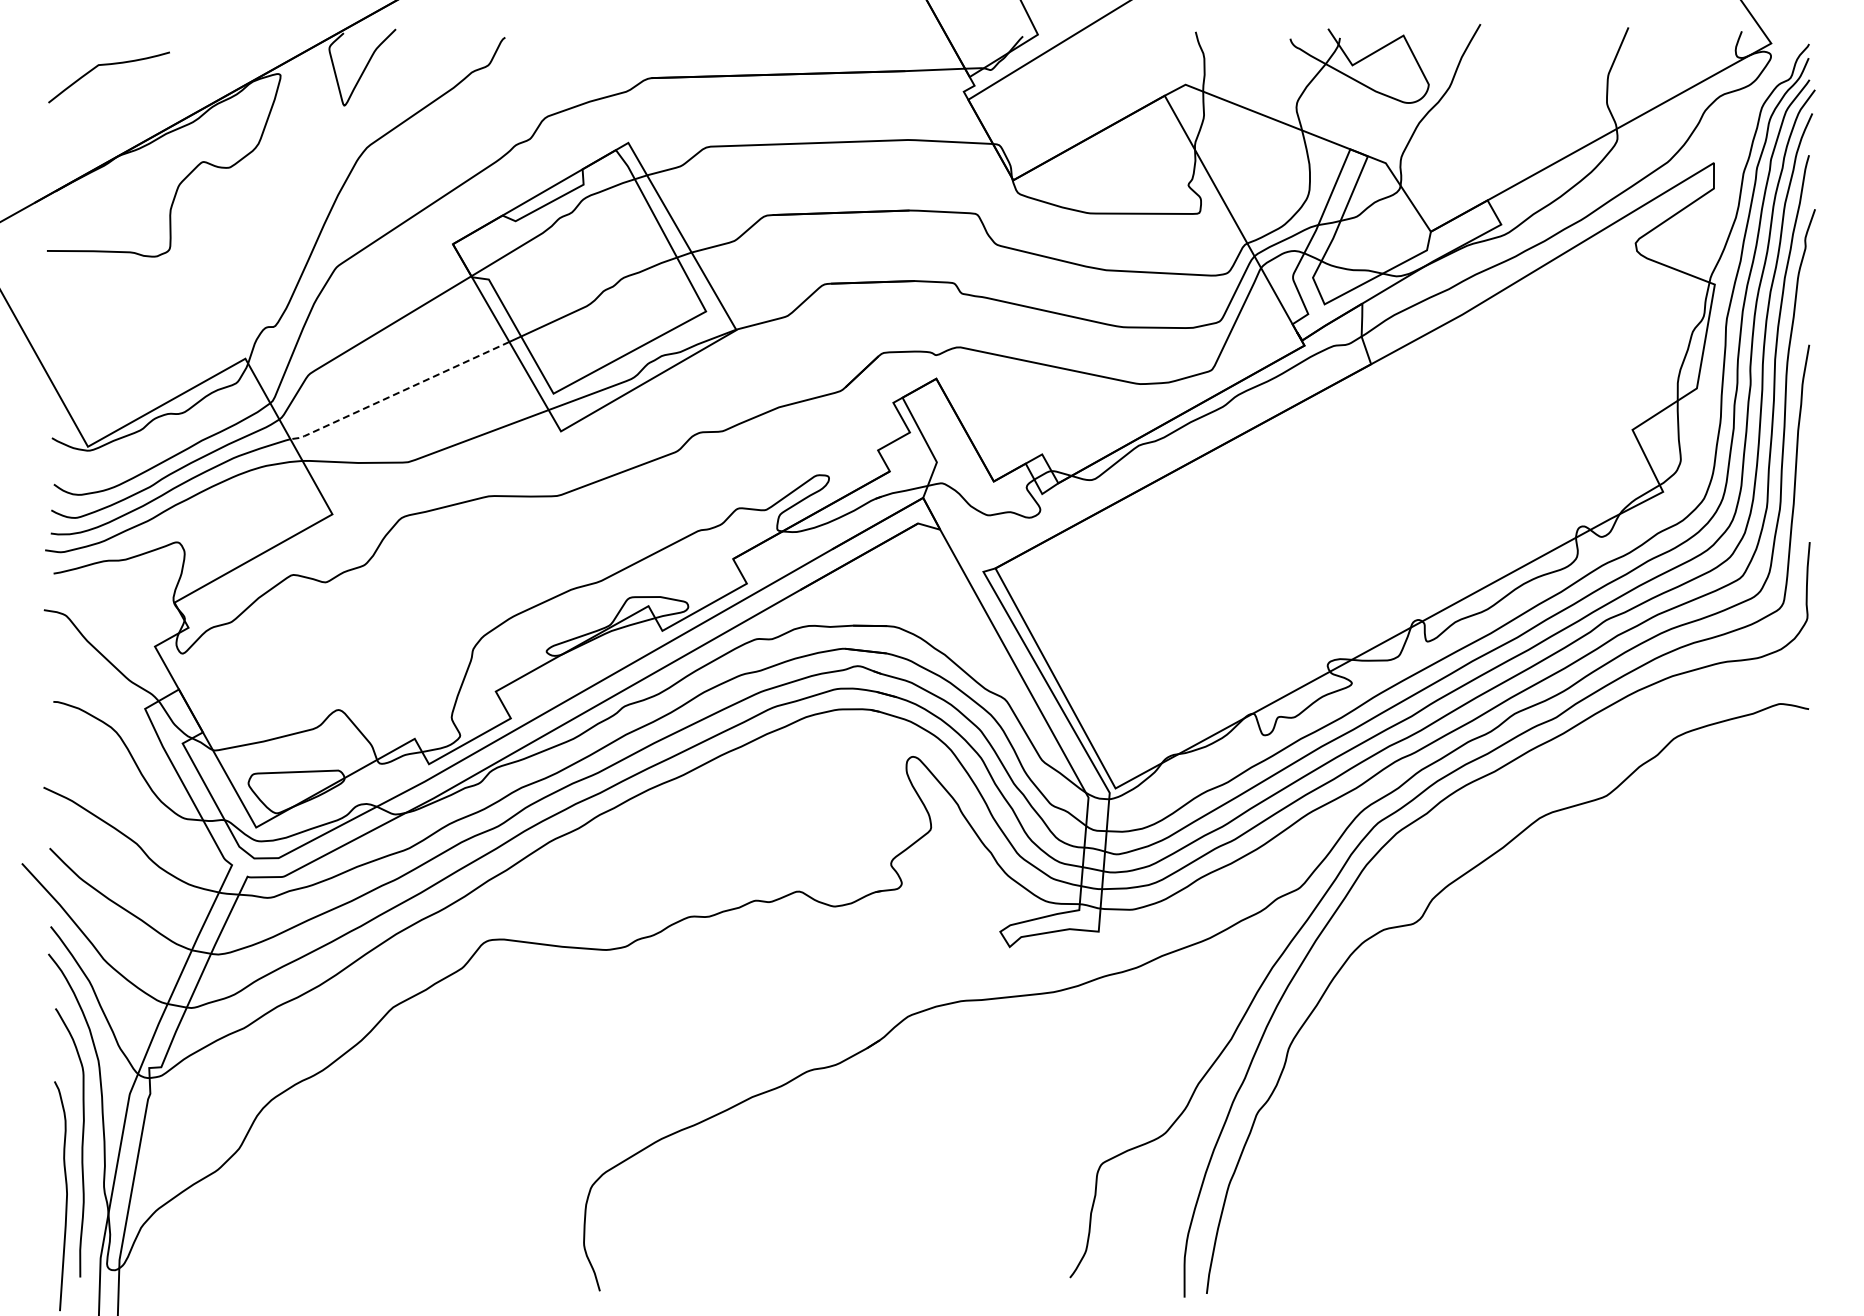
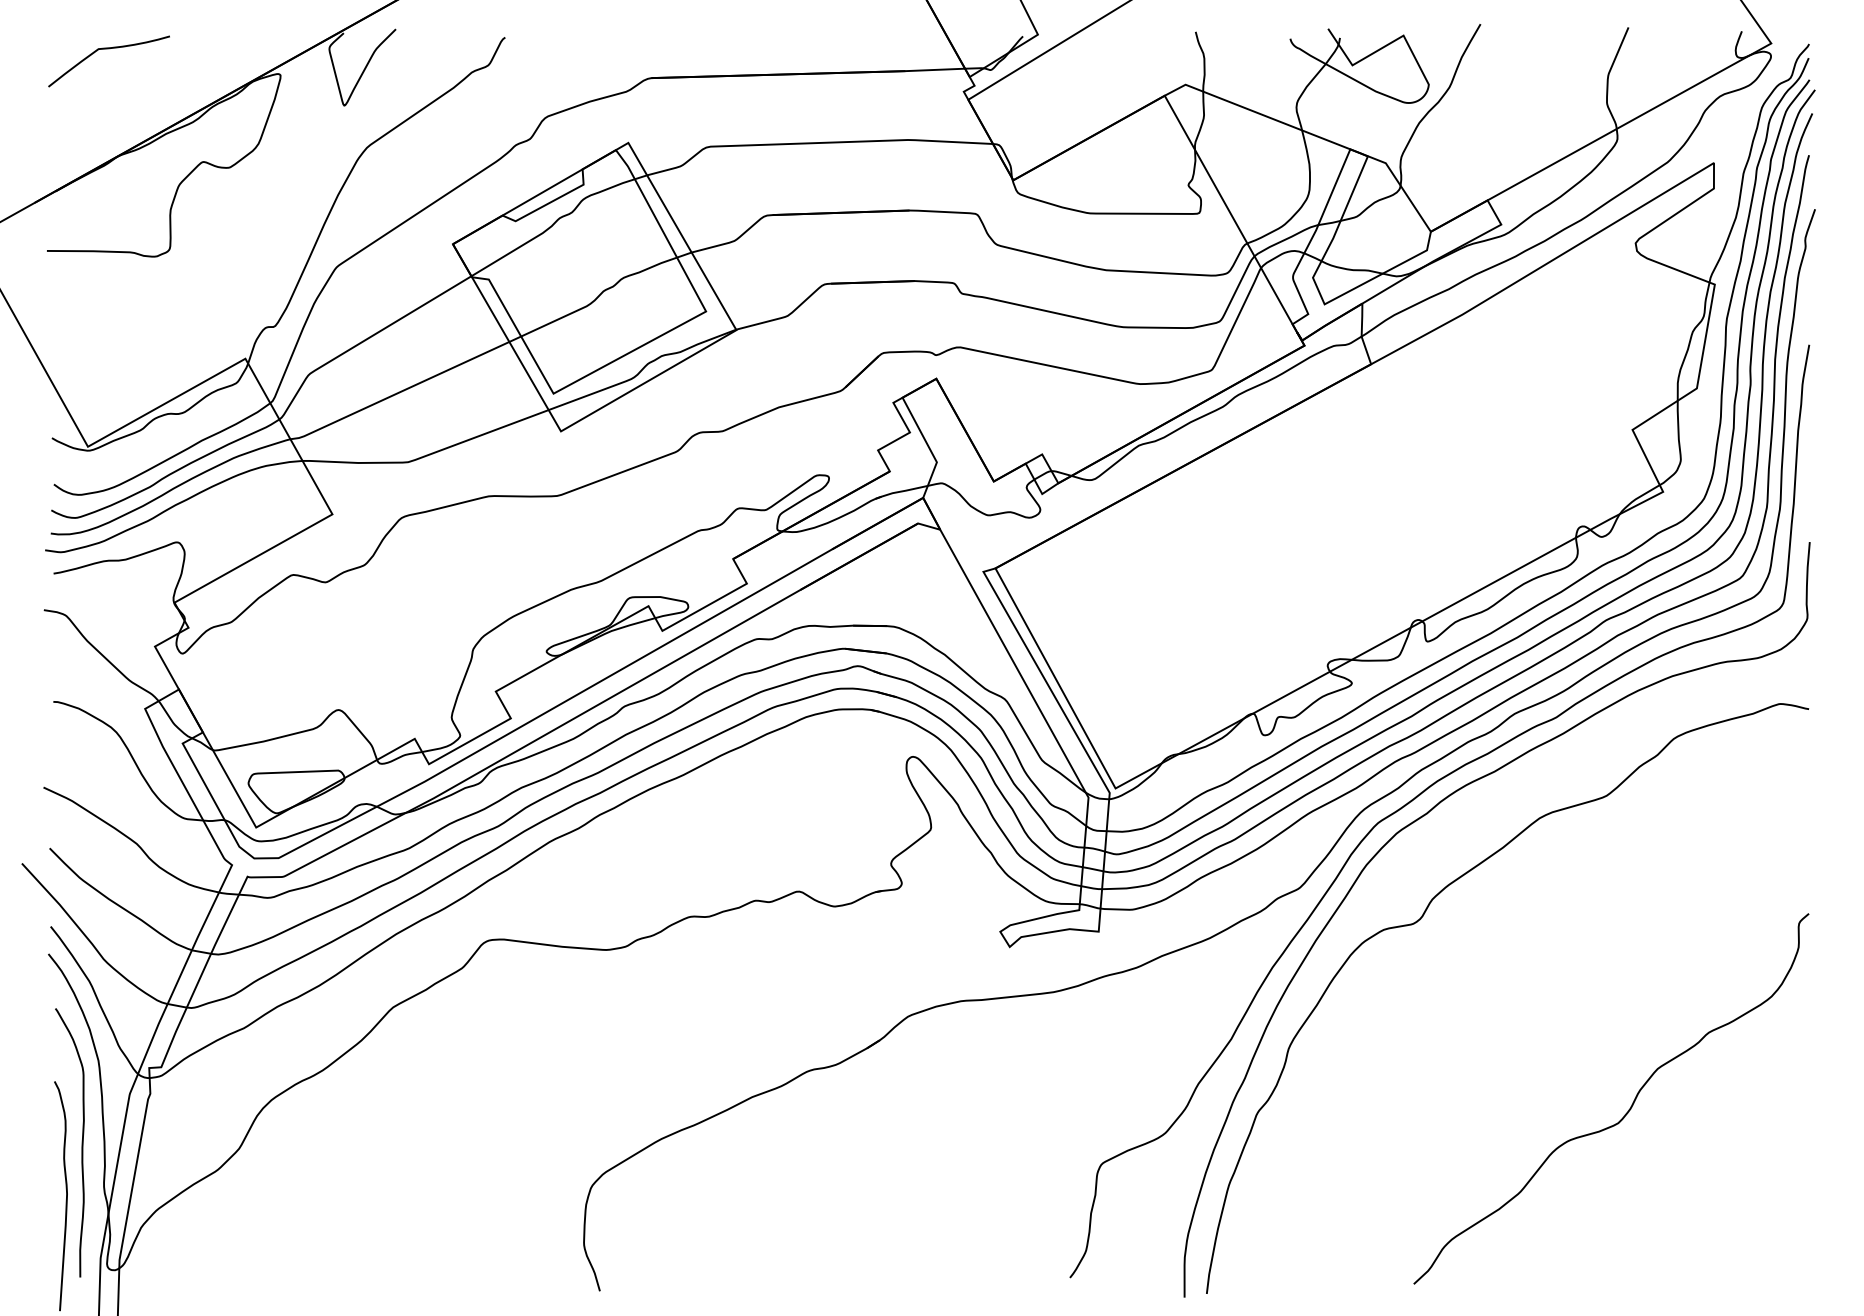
curve at (108, 65) position: (108, 65) -> (108, 49)
line at (398, 392): dashed -> solid
curve at (1628, 1109): none -> present
